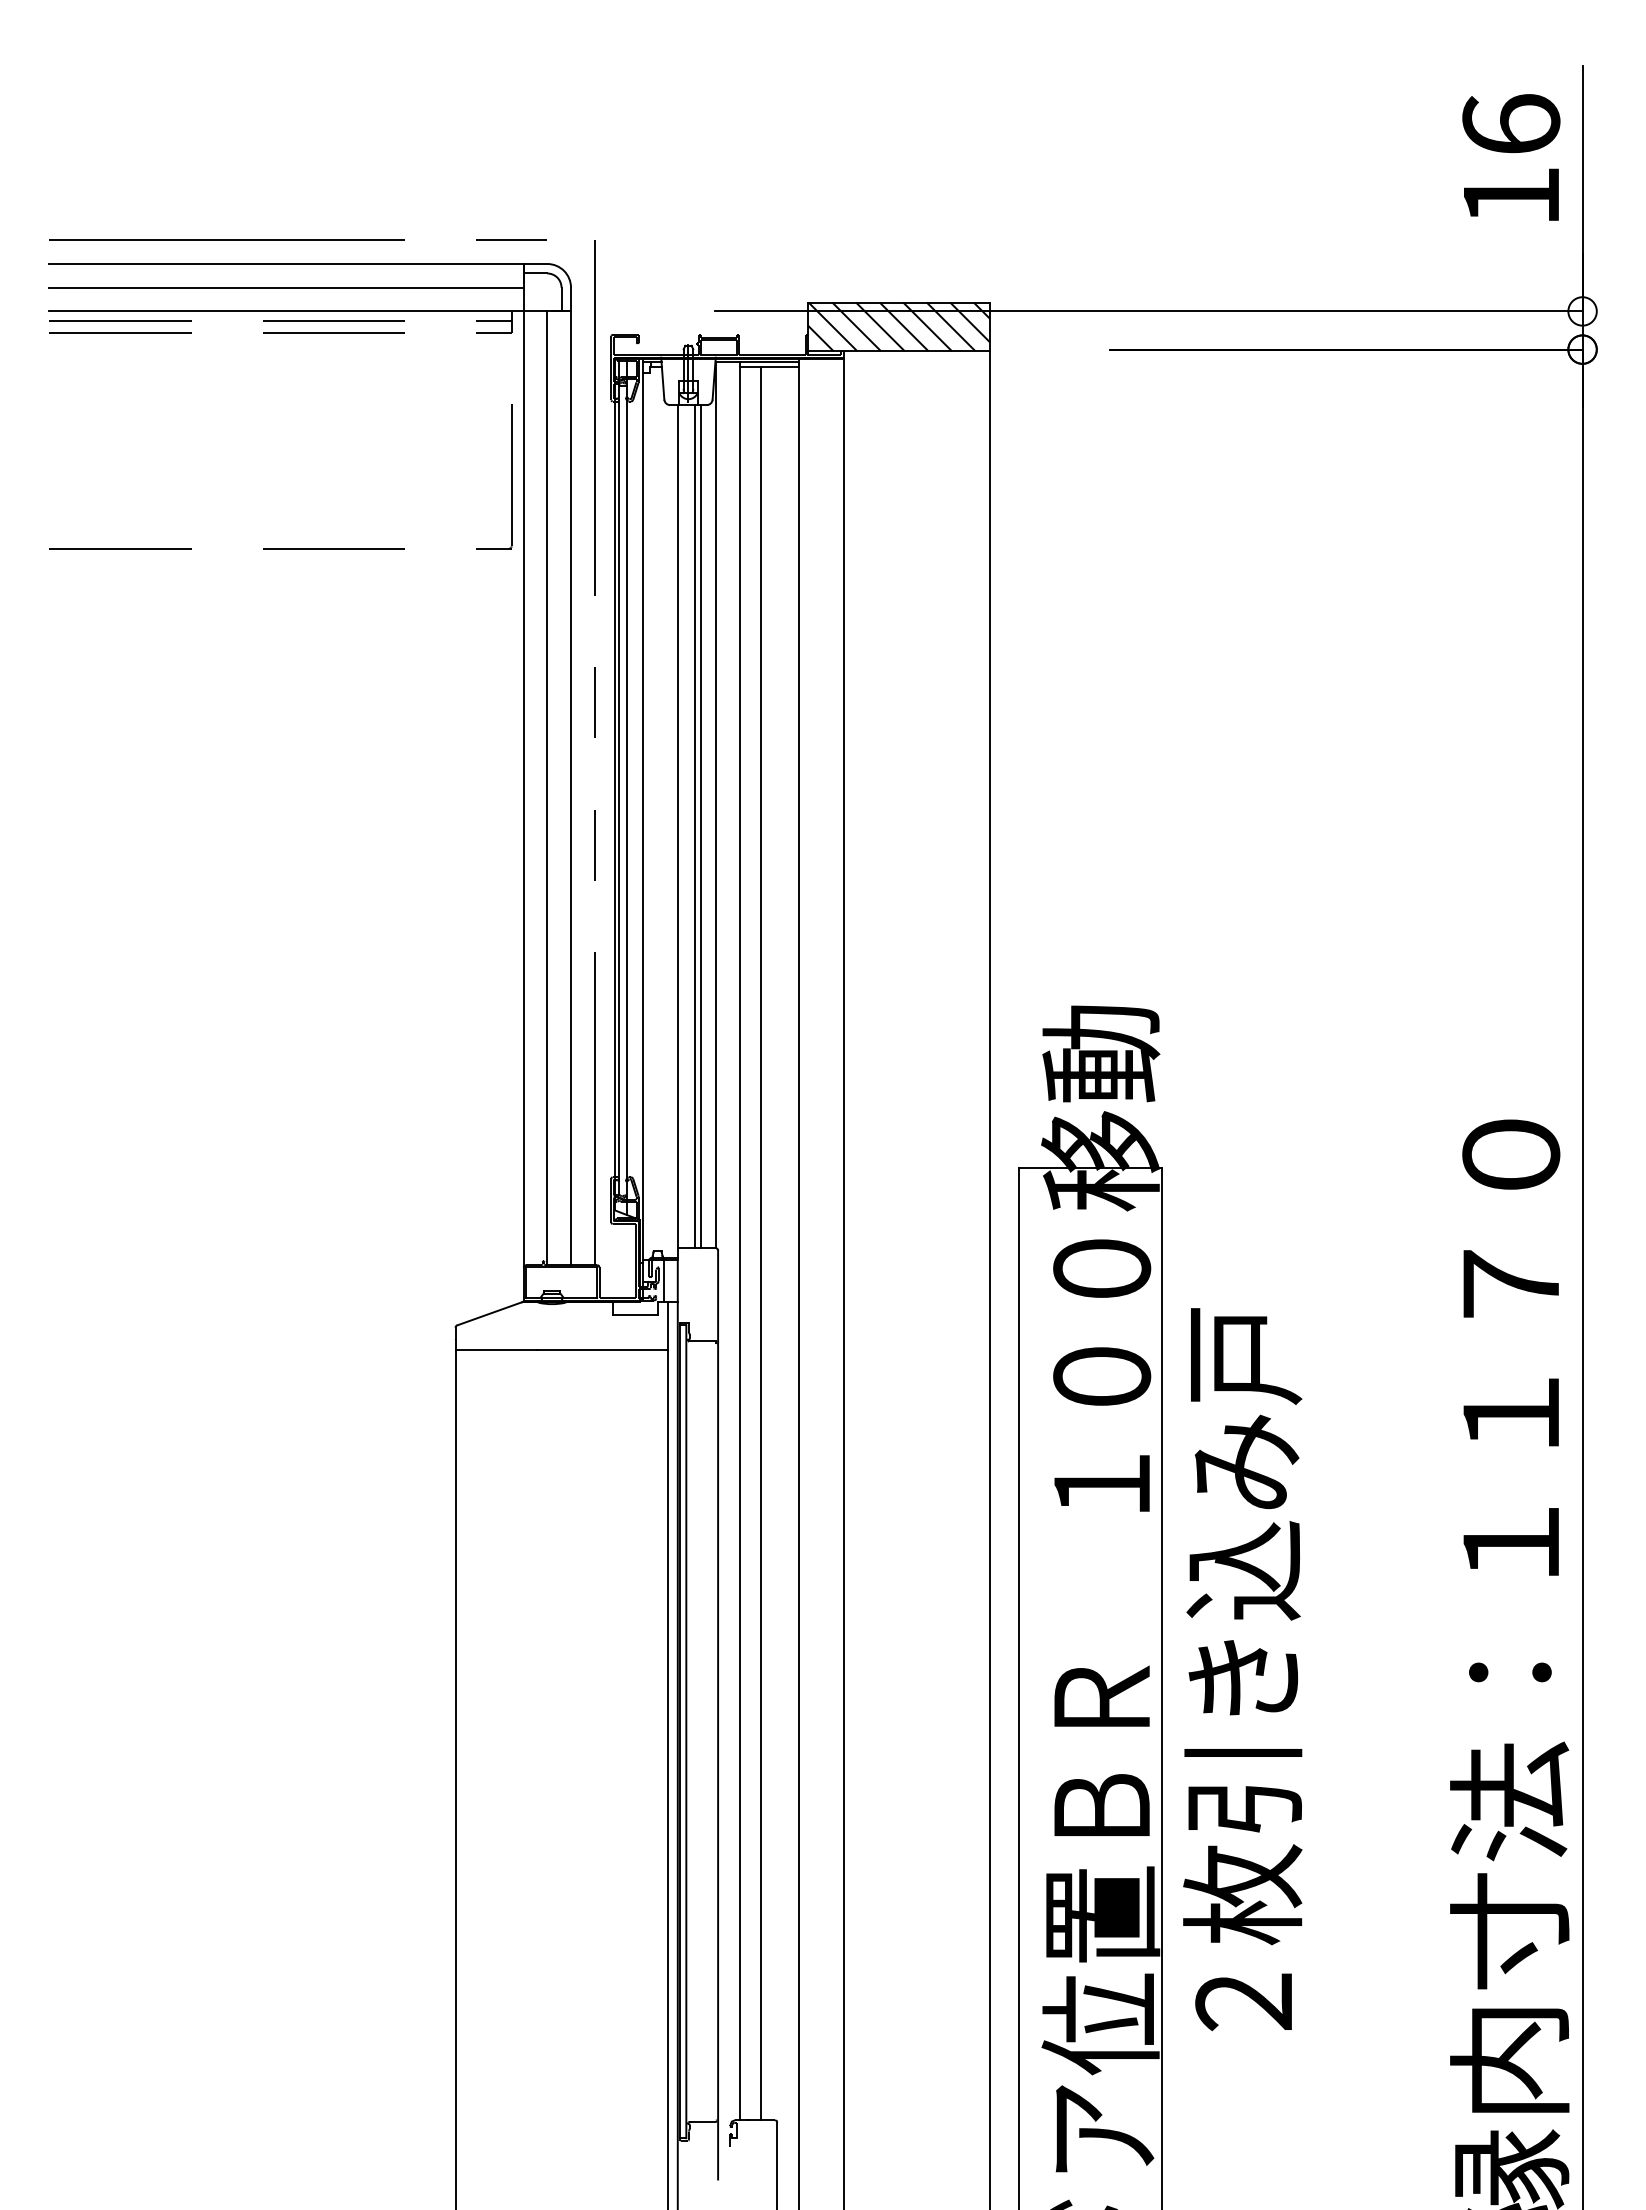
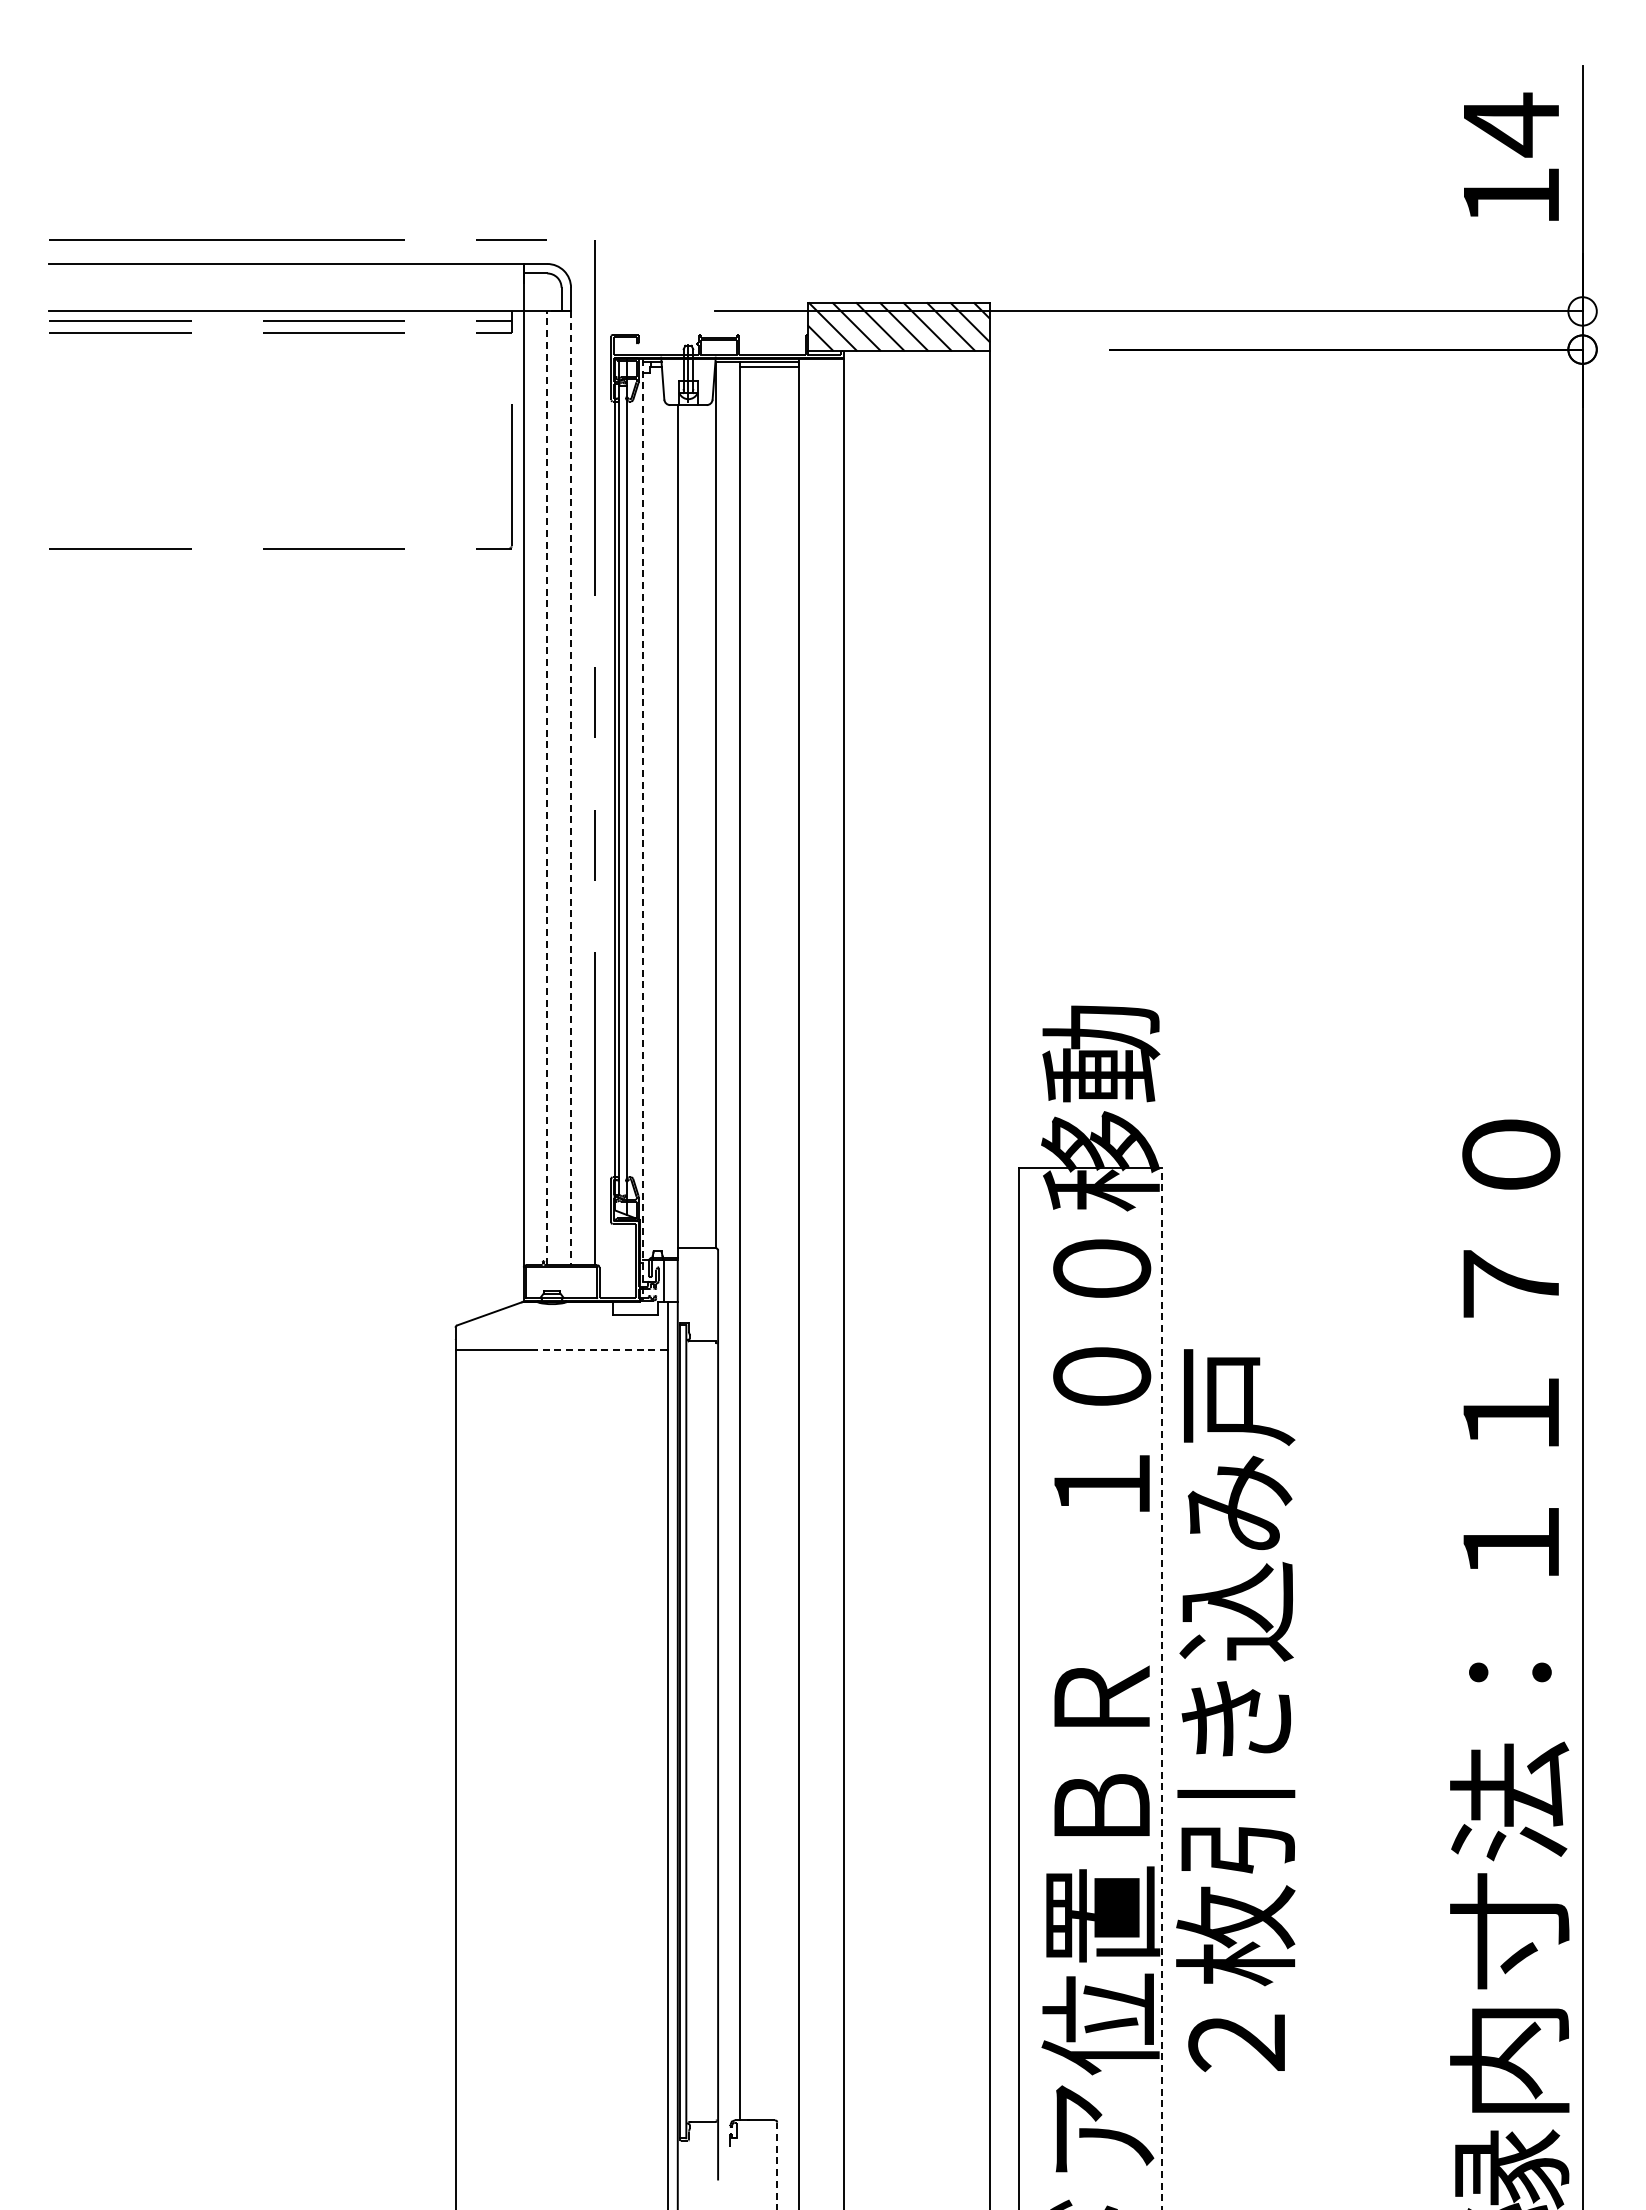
text at (1511, 124): 16 -> 14
line at (286, 287): present -> none
line at (547, 788): solid -> dashed
line at (571, 788): solid -> dashed
line at (694, 826): present -> none
line at (701, 826): present -> none
line at (642, 829): solid -> dashed
line at (760, 1243): present -> none
line at (601, 1349): solid -> dashed
text at (1242, 1669) position: (1242, 1669) -> (1235, 1710)
line at (1161, 1688): solid -> dashed
line at (777, 2165): solid -> dashed
